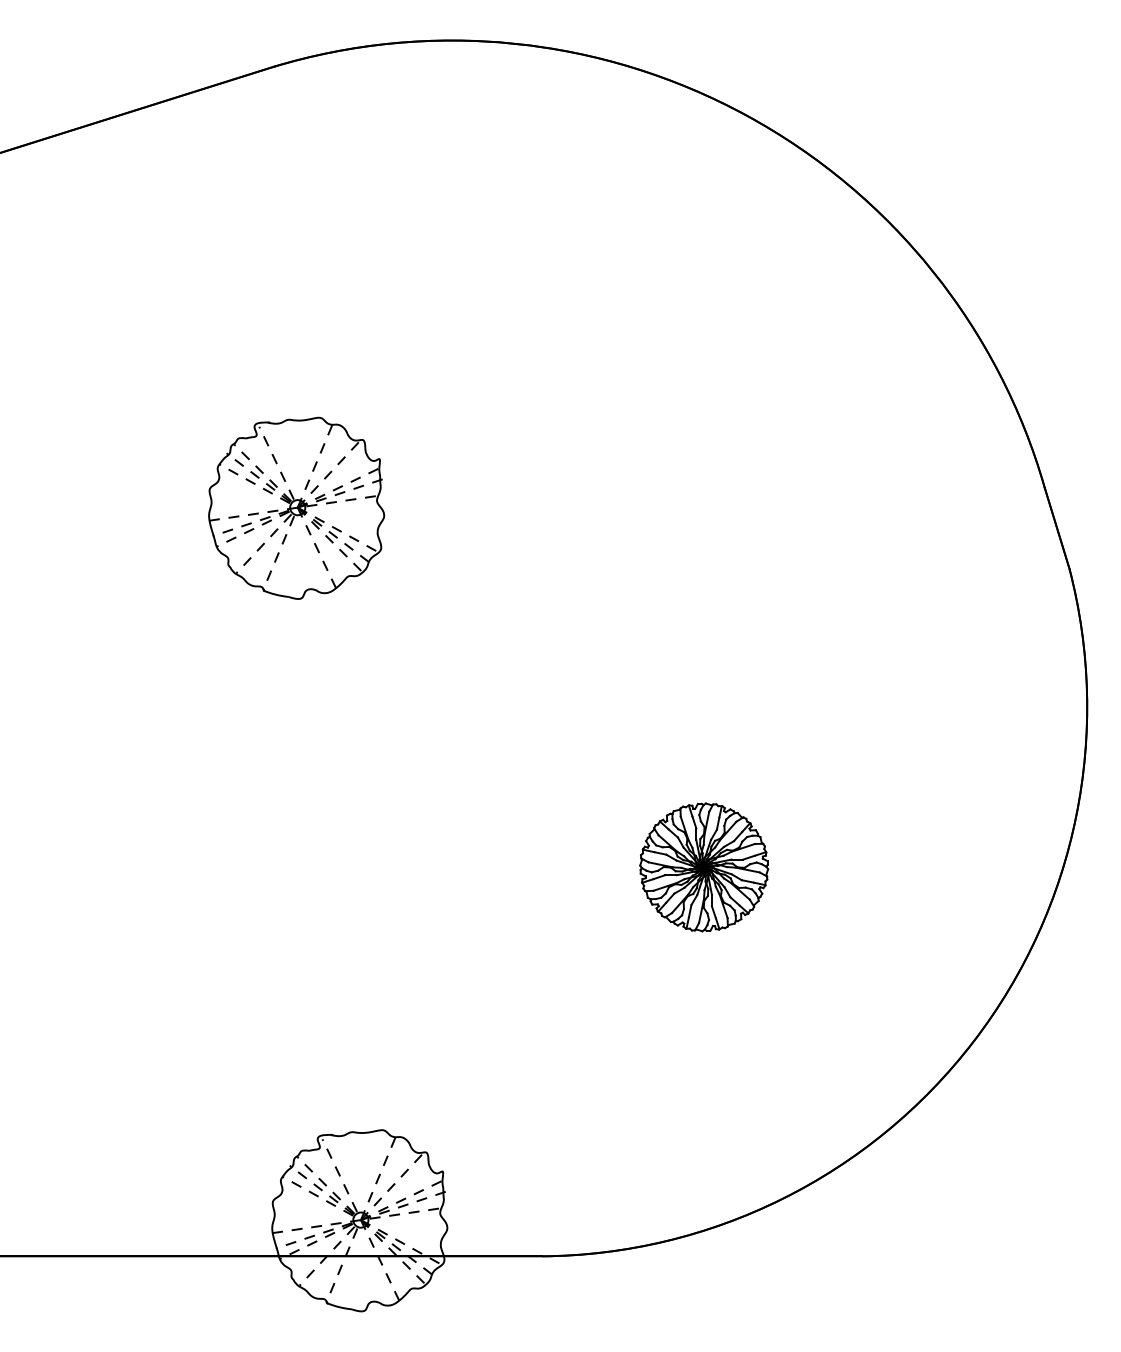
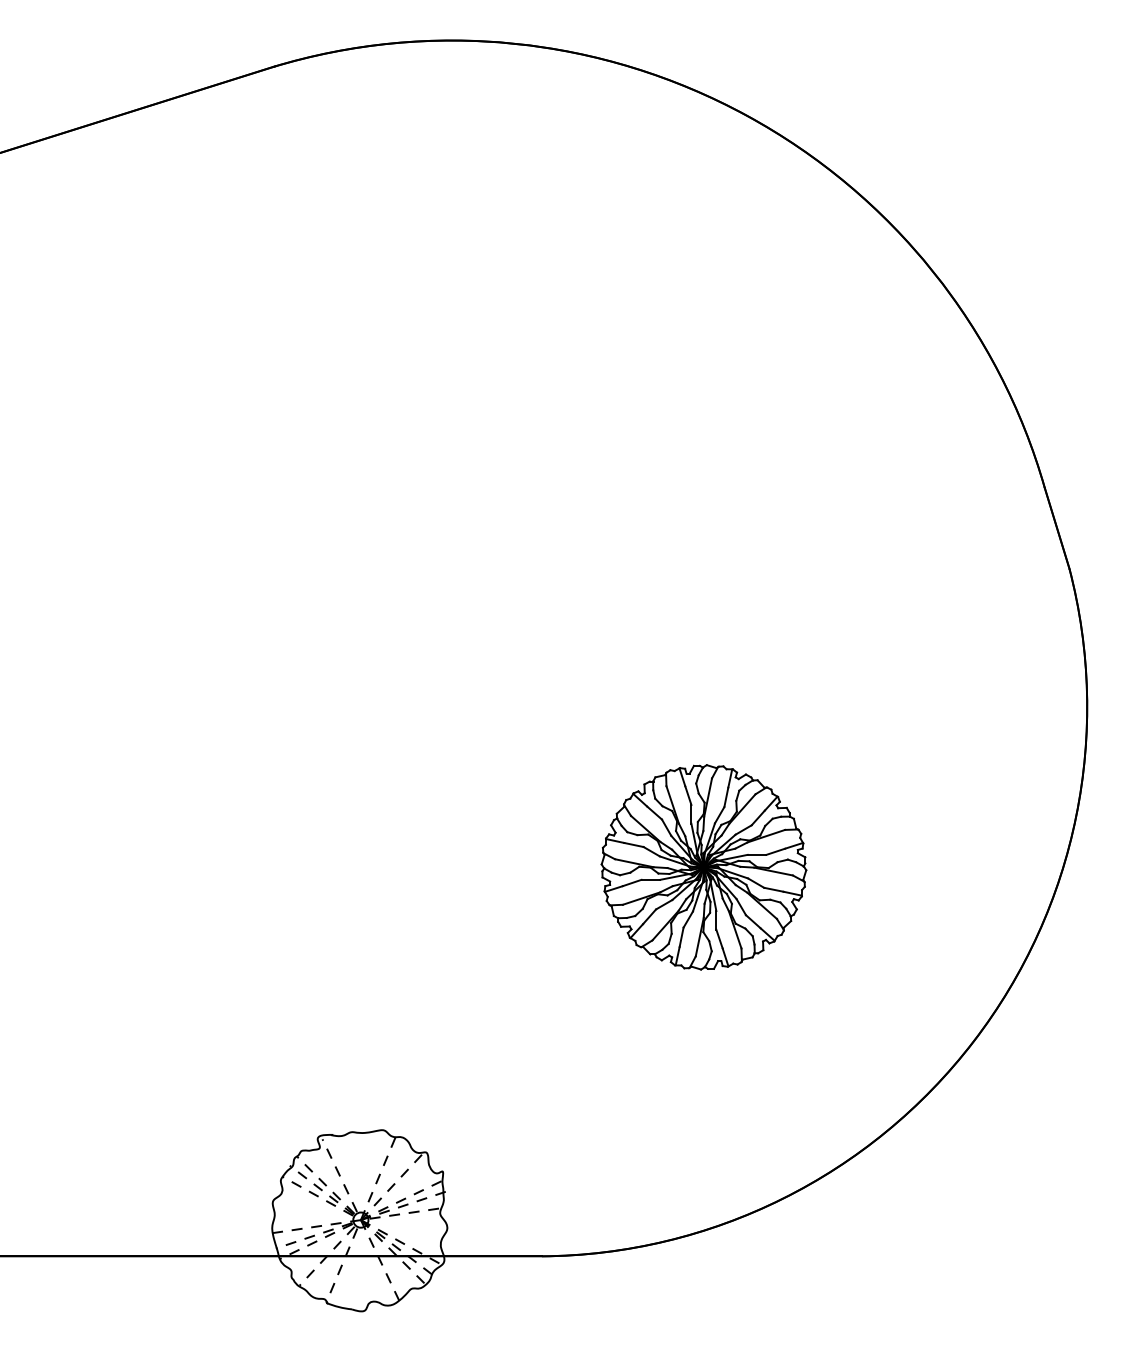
part at (296, 507): present -> none
part at (704, 867) size: 131x131 px -> 208x207 px
